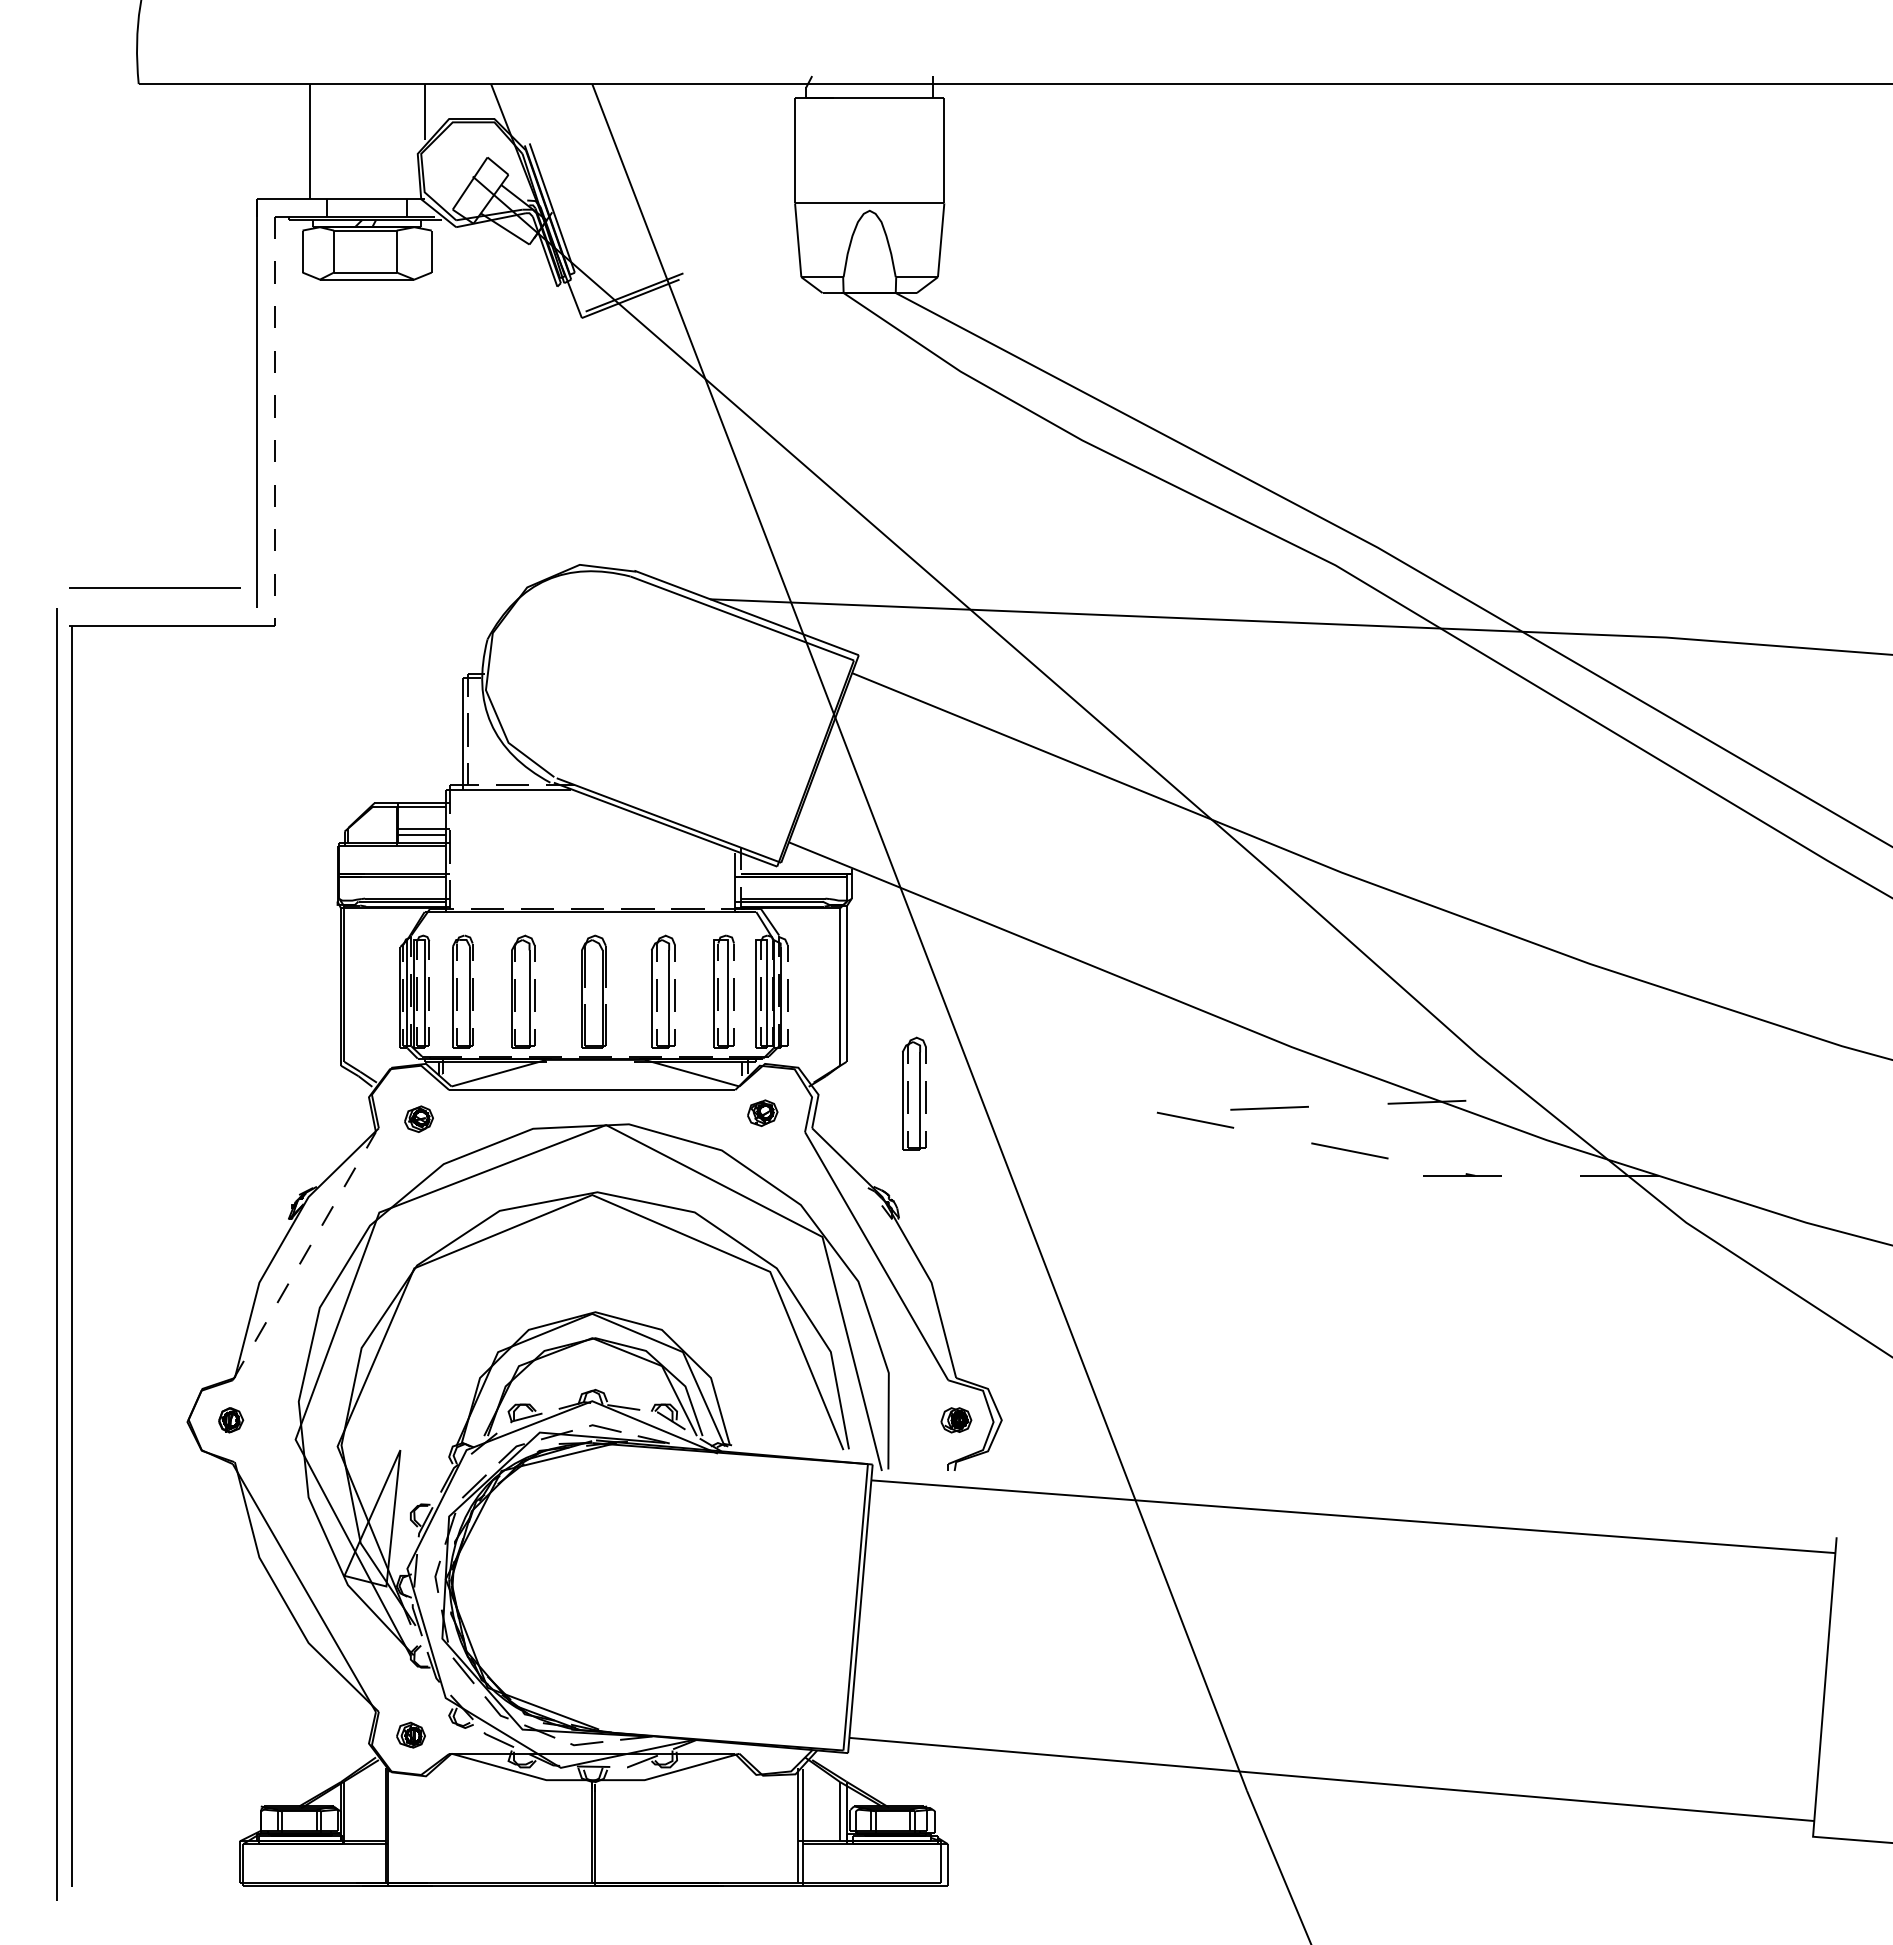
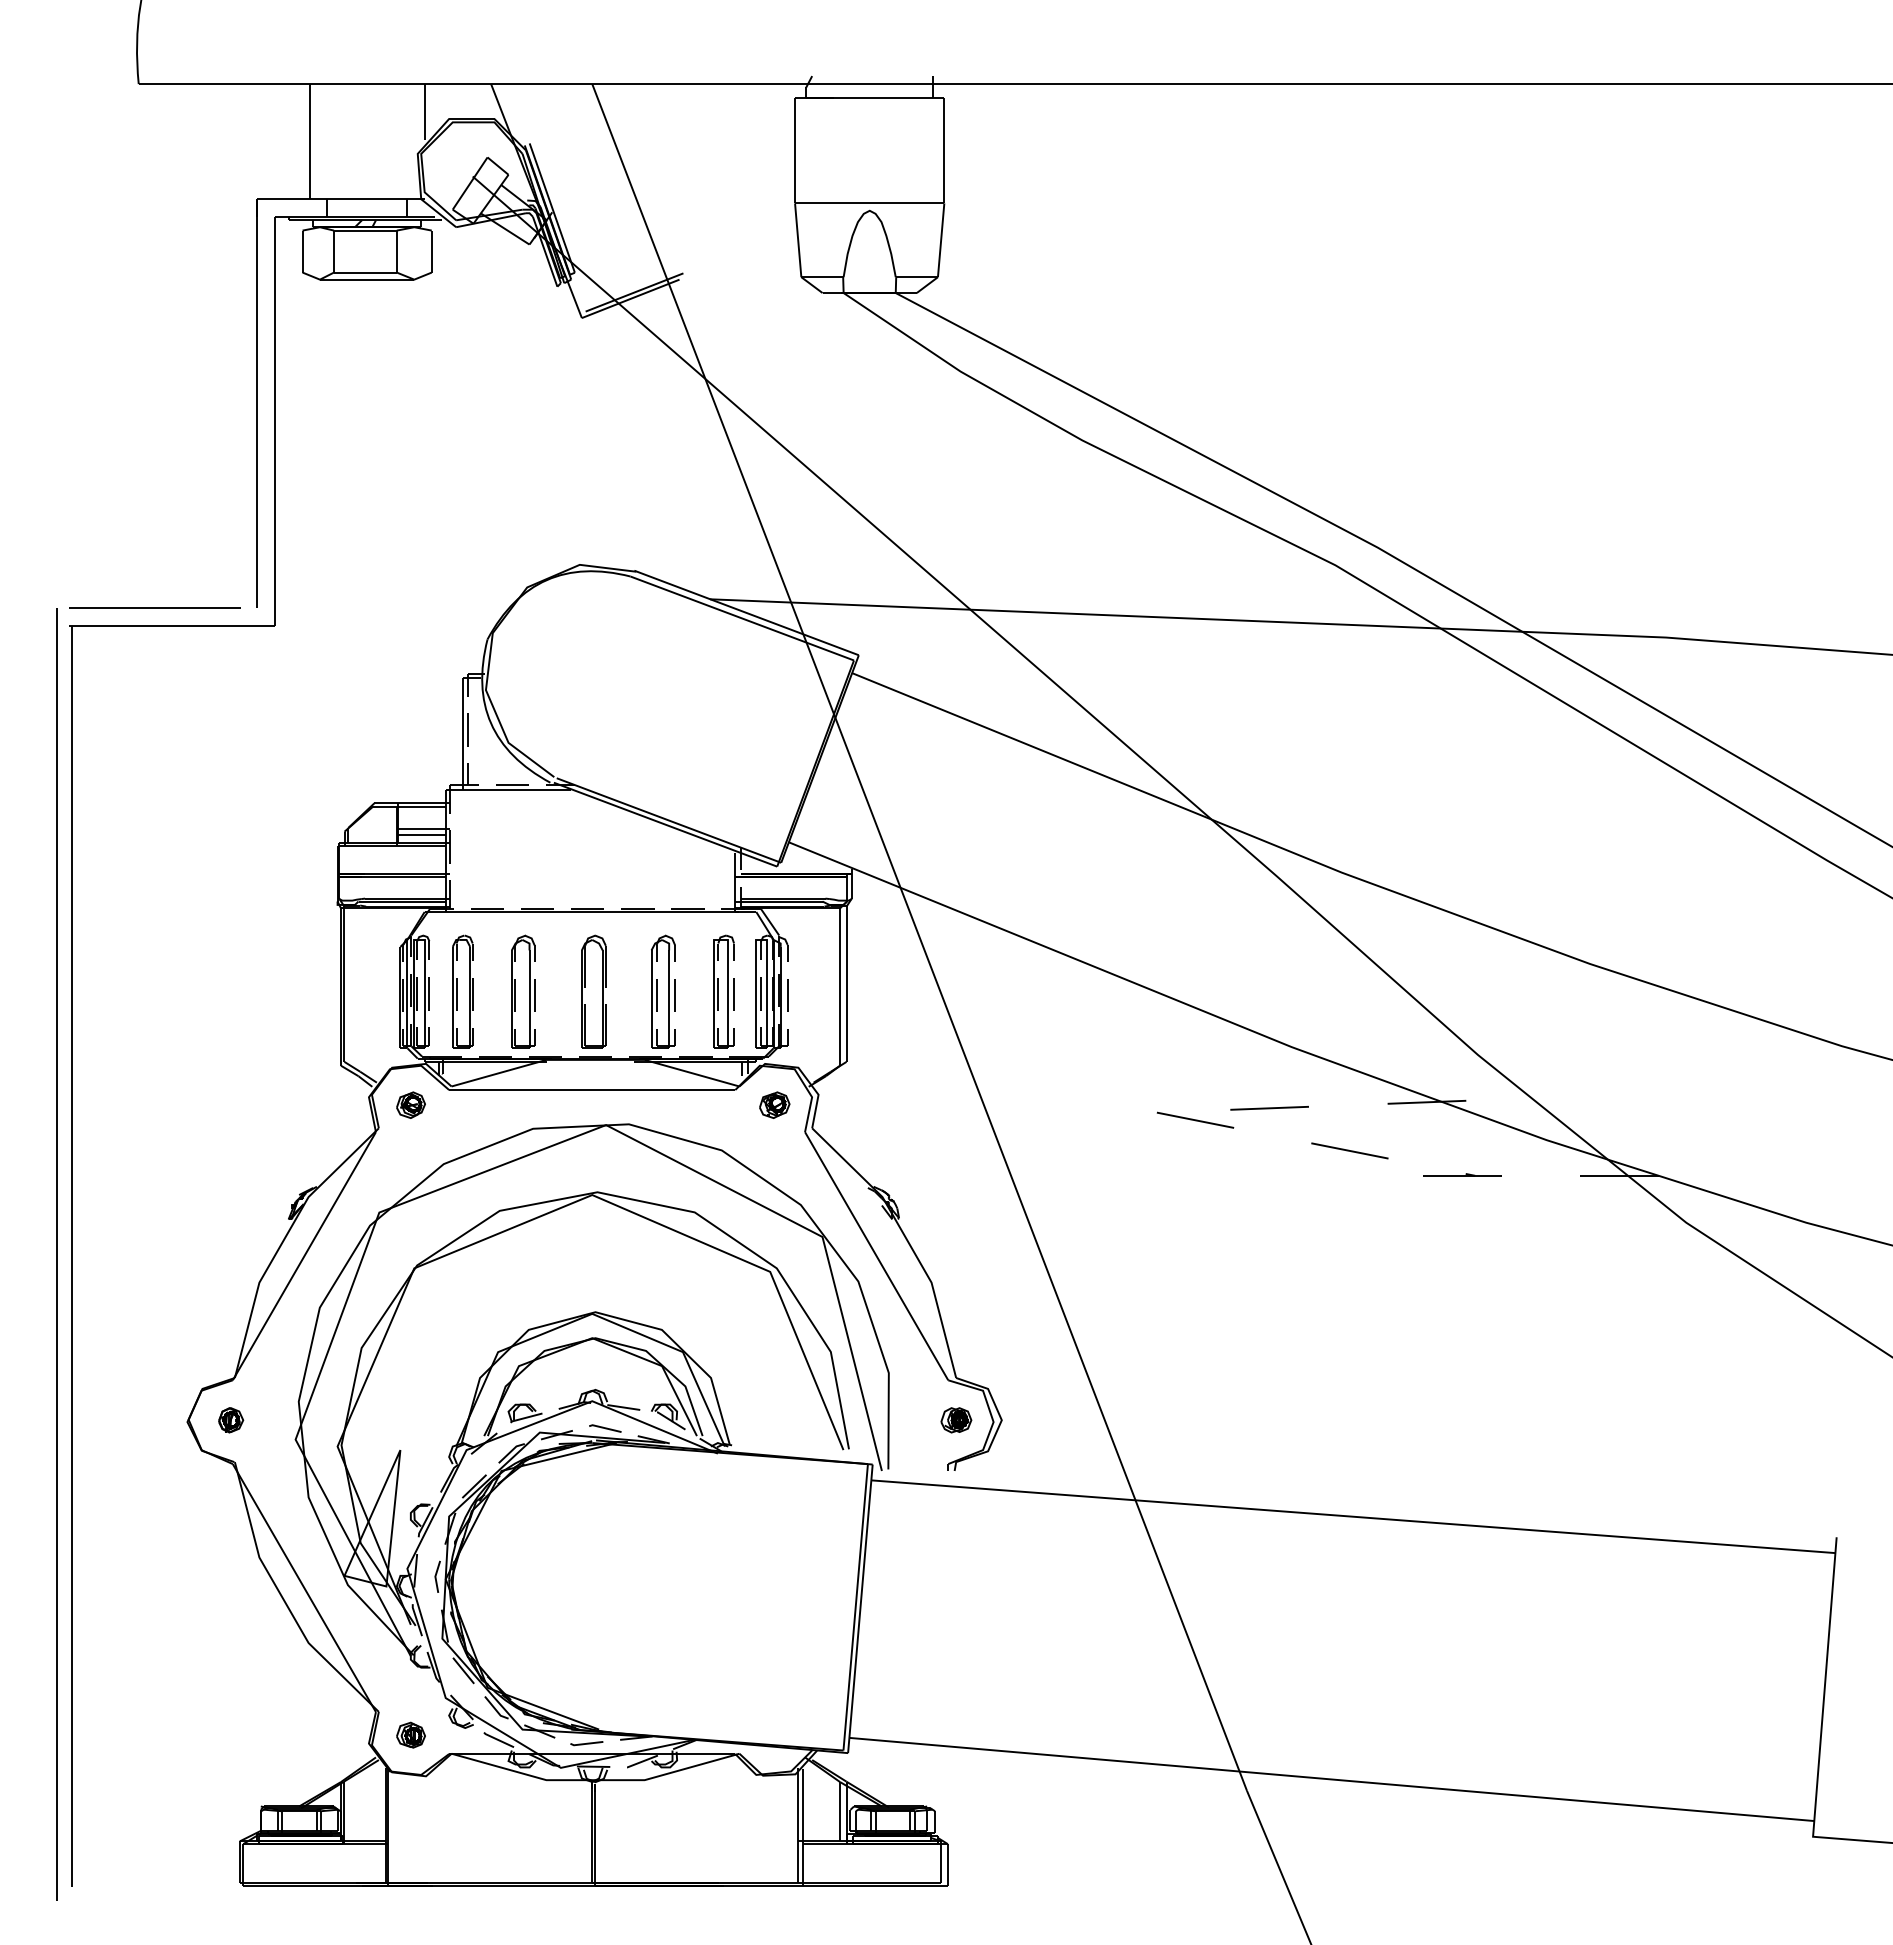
line at (274, 421): dashed -> solid
line at (154, 587) position: (154, 587) -> (154, 607)
part at (914, 1093): present -> none
part at (762, 1112) position: (762, 1112) -> (774, 1104)
part at (418, 1118) position: (418, 1118) -> (410, 1104)
line at (304, 1255): dashed -> solid
